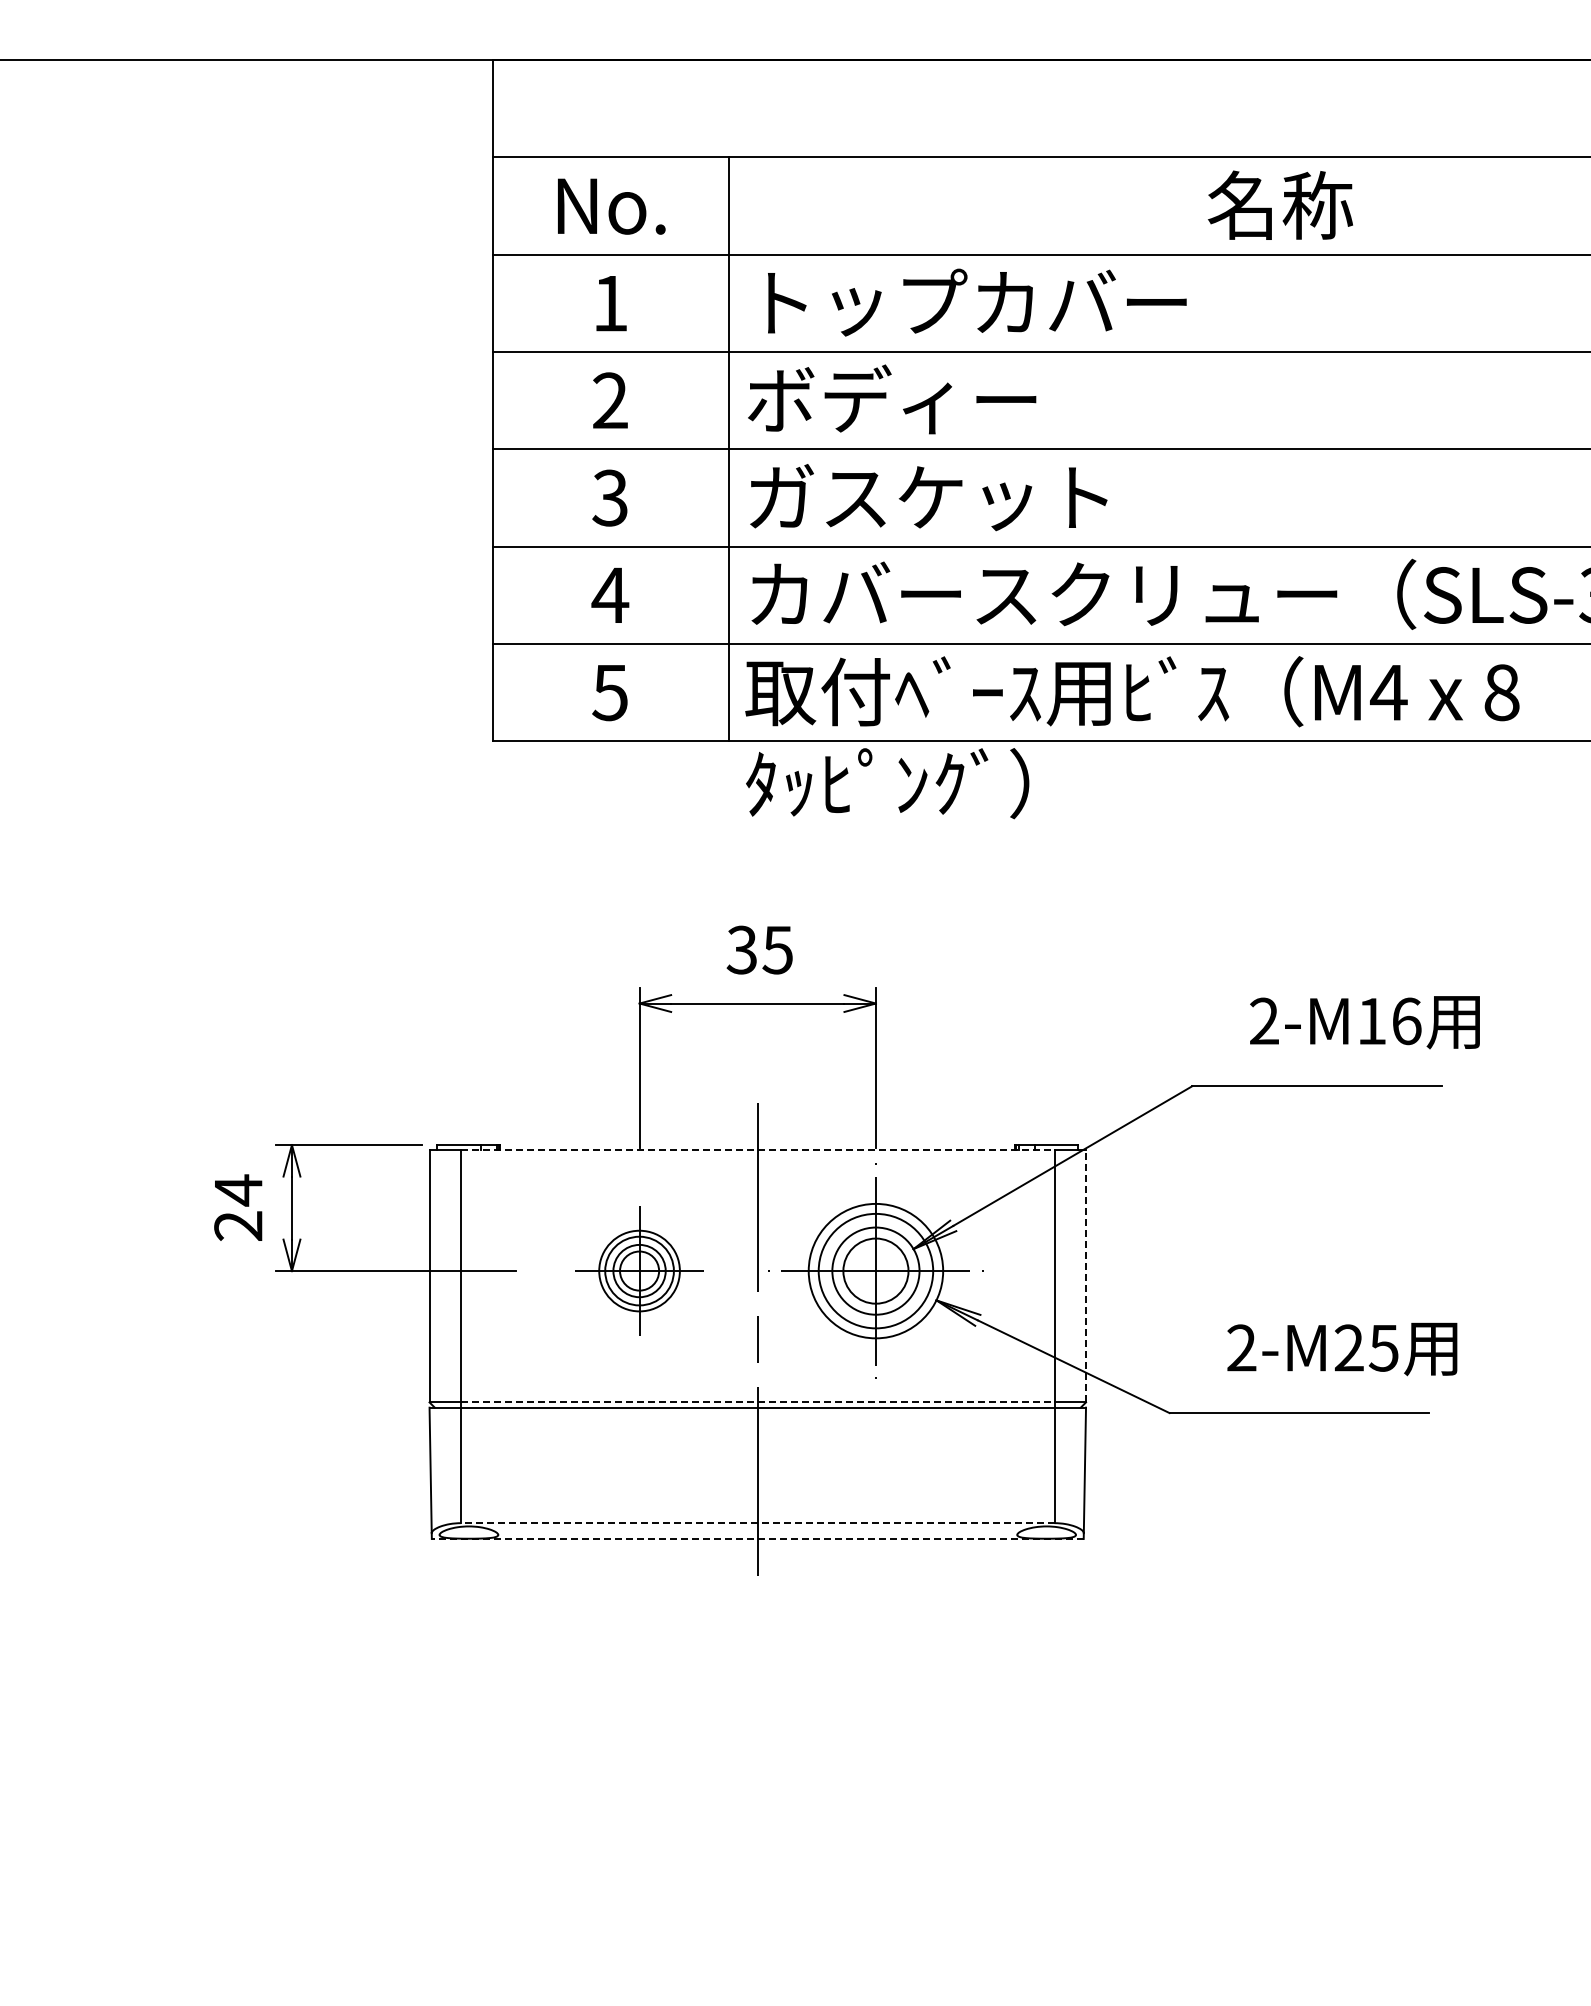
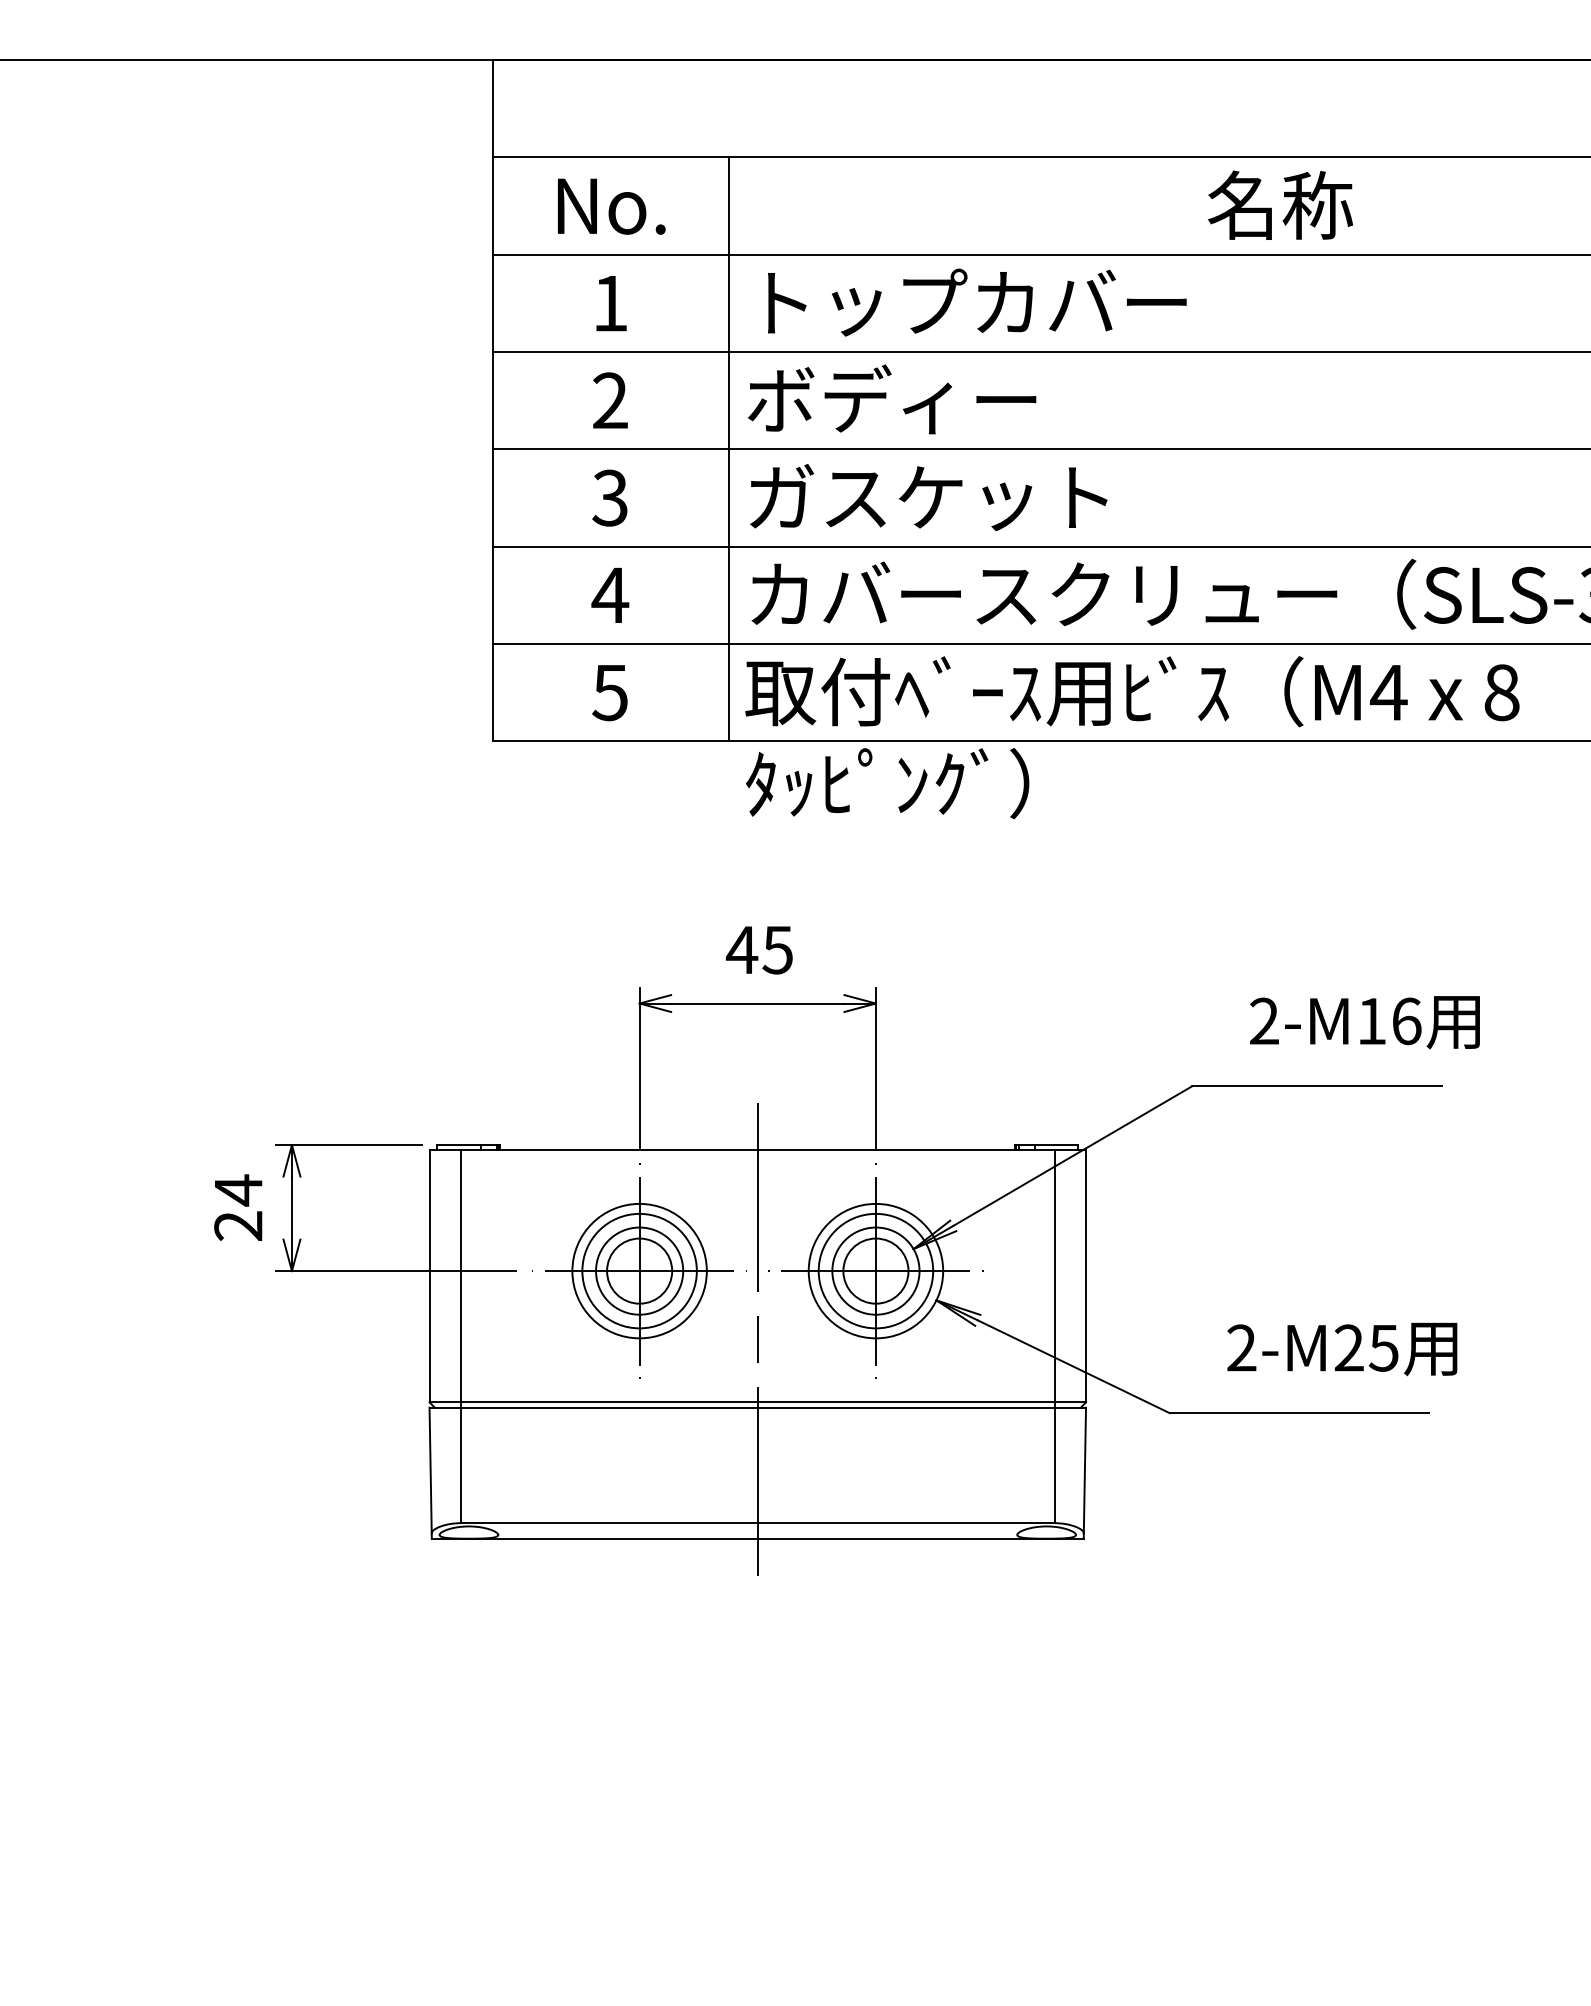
text at (741, 949): 35 -> 45
line at (757, 1150): dashed -> solid
part at (639, 1270) size: 129x130 px -> 215x216 px
line at (1086, 1275): dashed -> solid
line at (757, 1402): dashed -> solid
line at (757, 1523): dashed -> solid
line at (757, 1538): dashed -> solid
